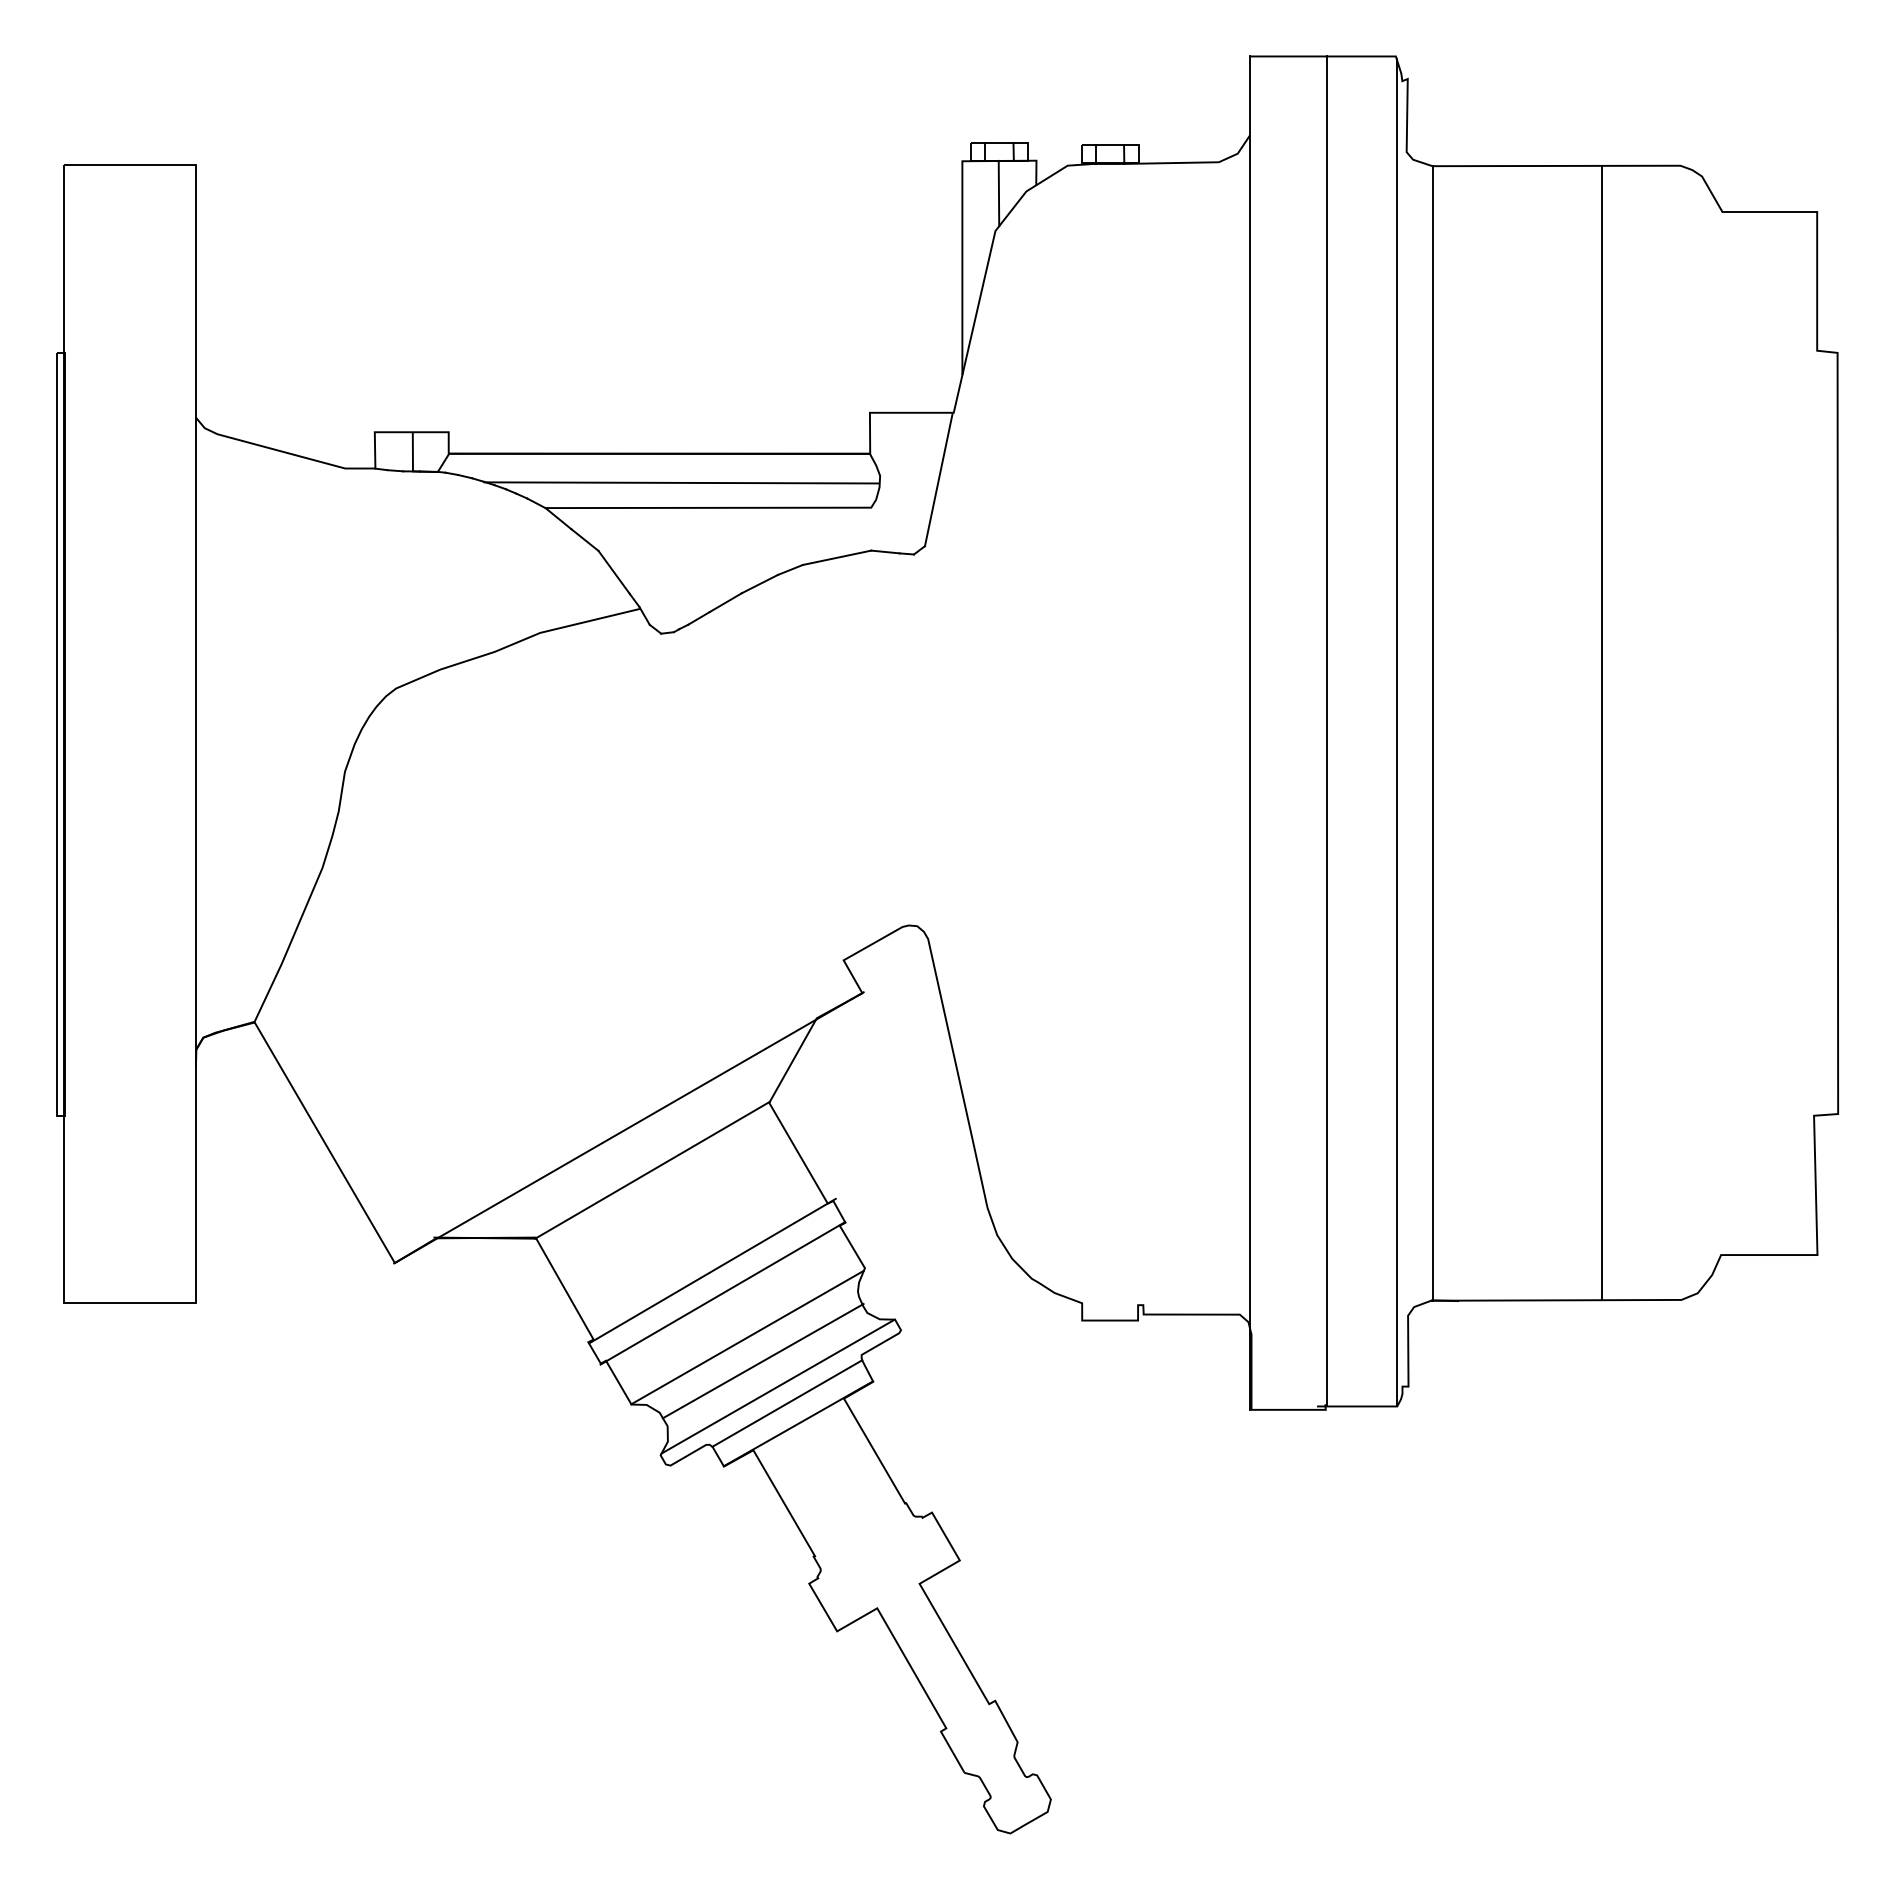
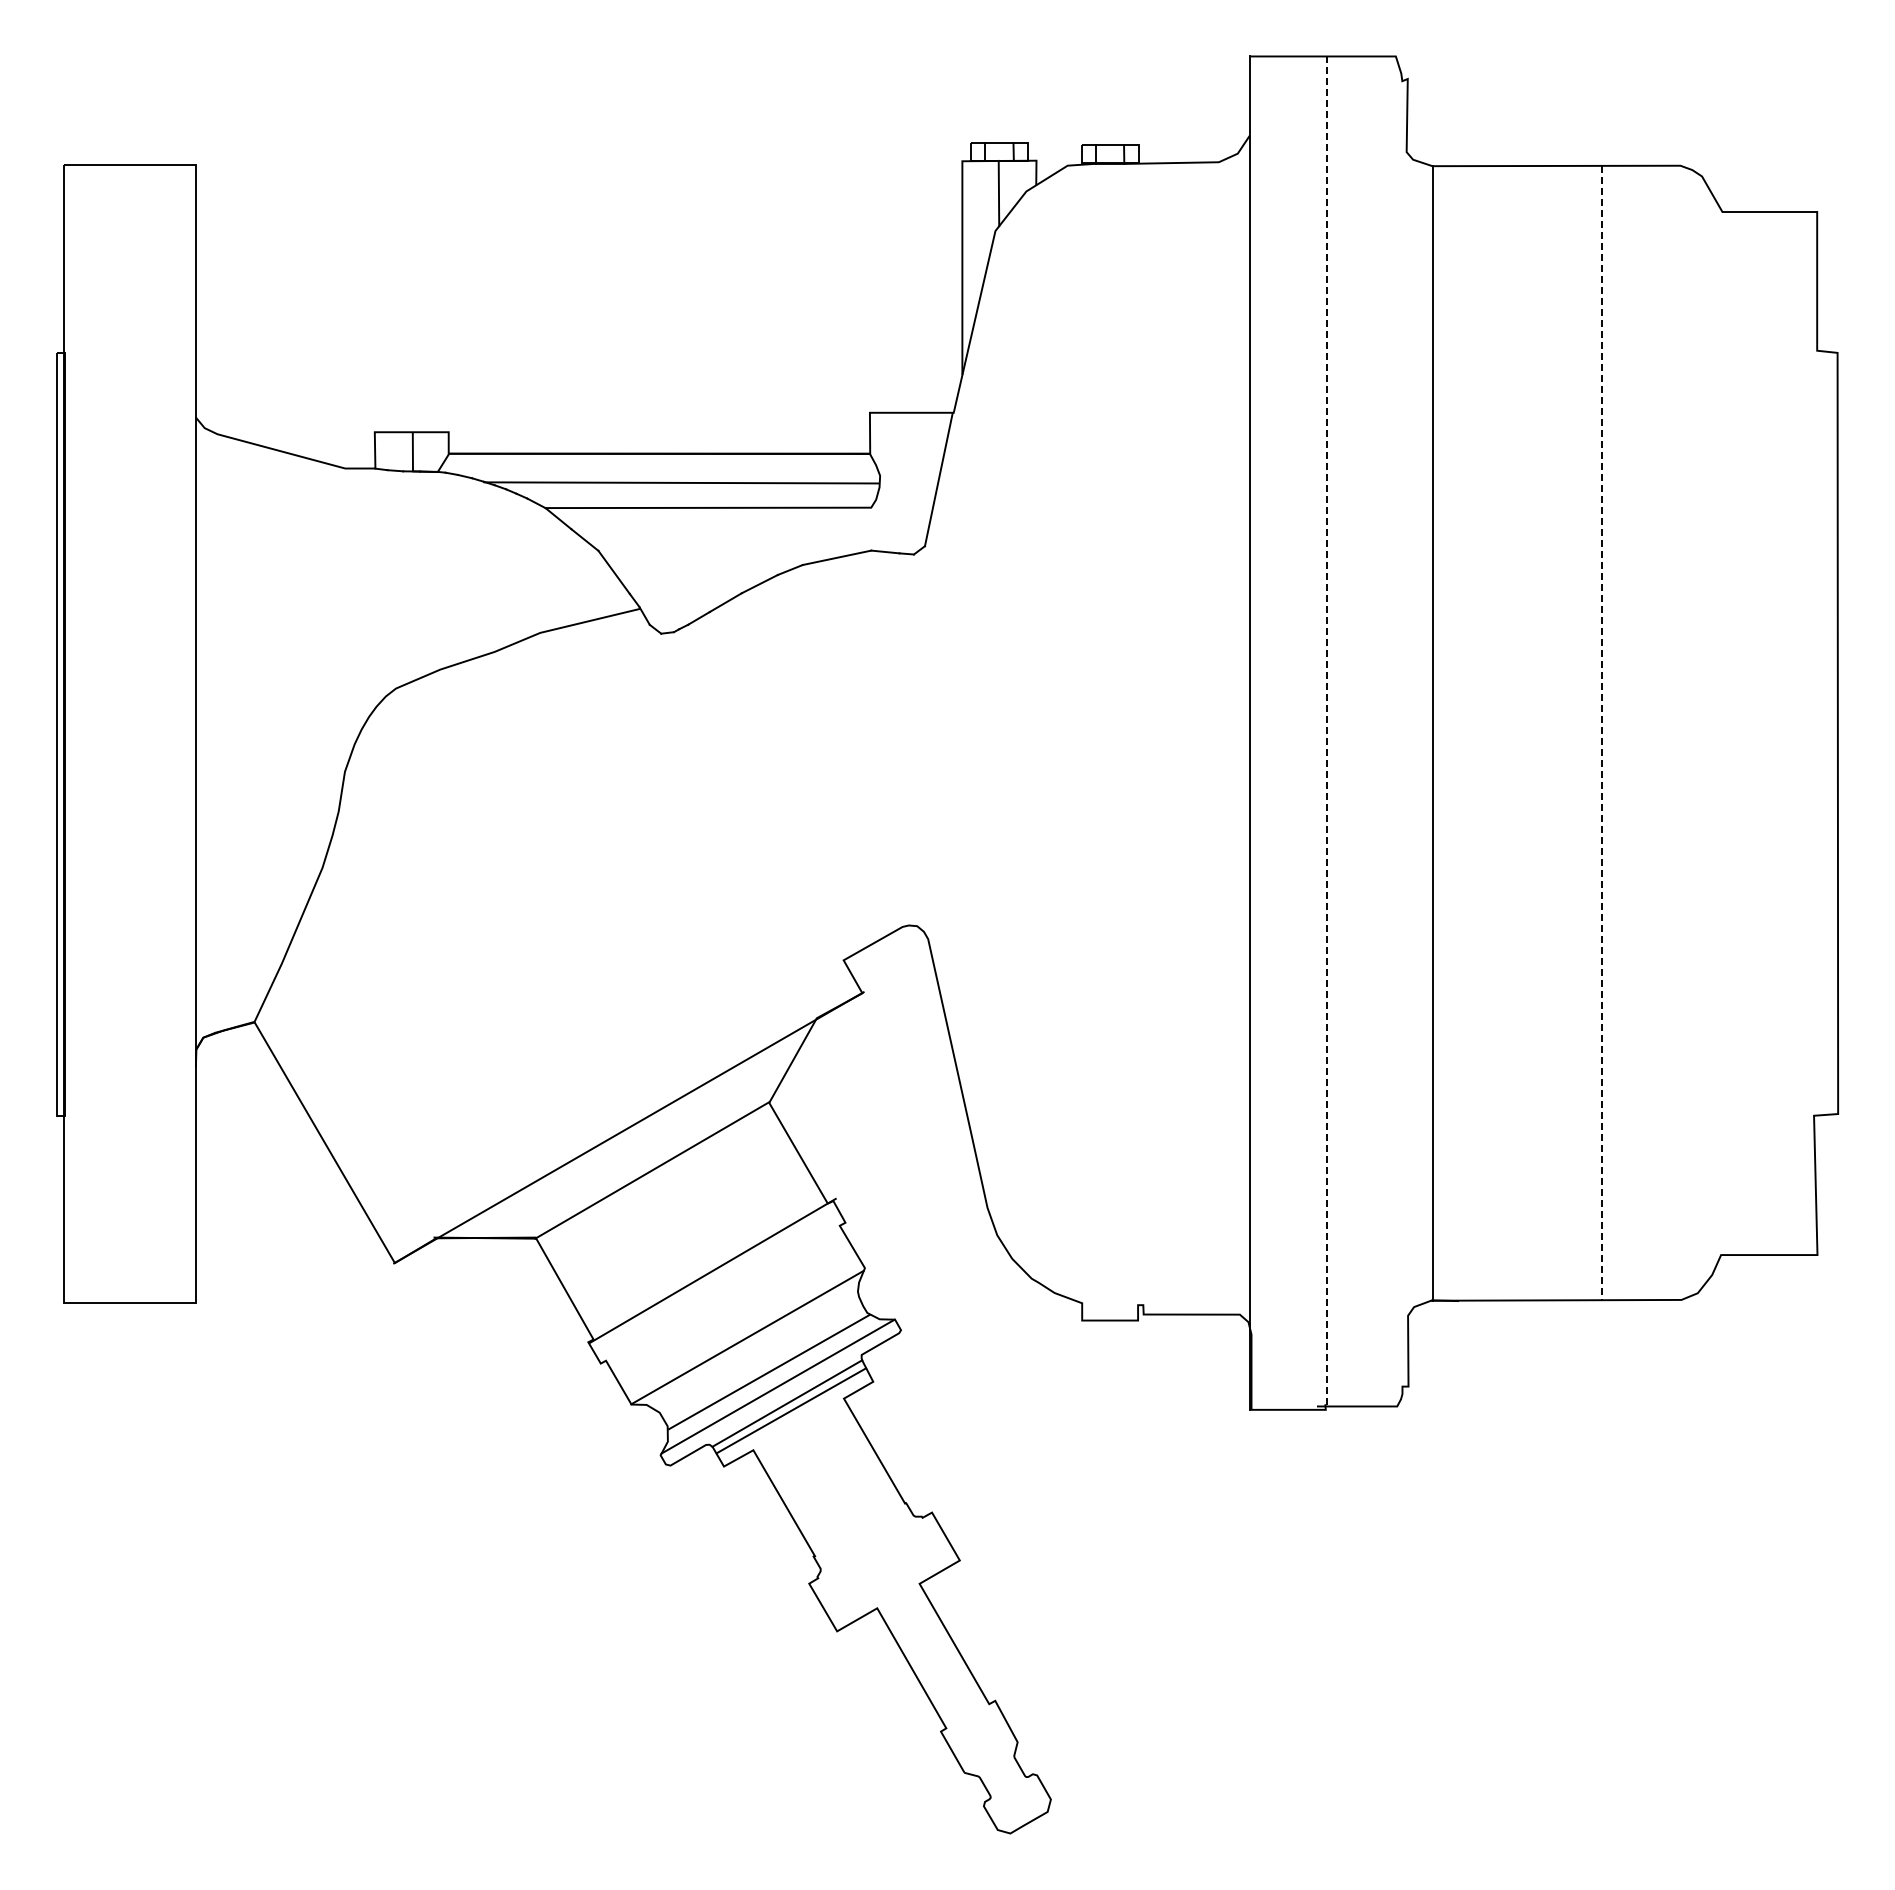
line at (1326, 731): solid -> dashed
line at (1396, 732): present -> none
line at (1601, 733): solid -> dashed
line at (722, 1293): present -> none
line at (762, 1361) position: (762, 1361) -> (768, 1372)
line at (798, 1423) position: (798, 1423) -> (791, 1410)
